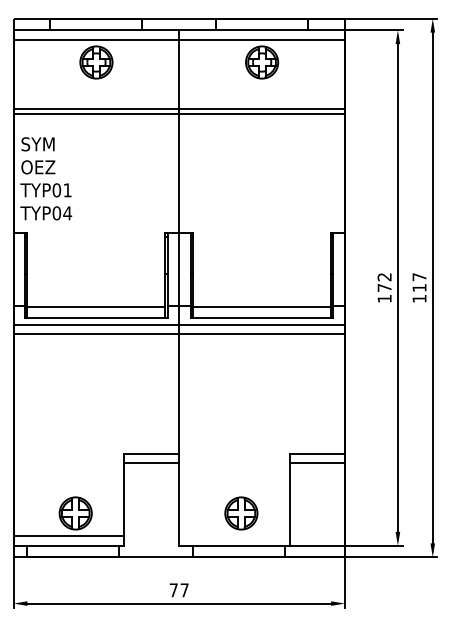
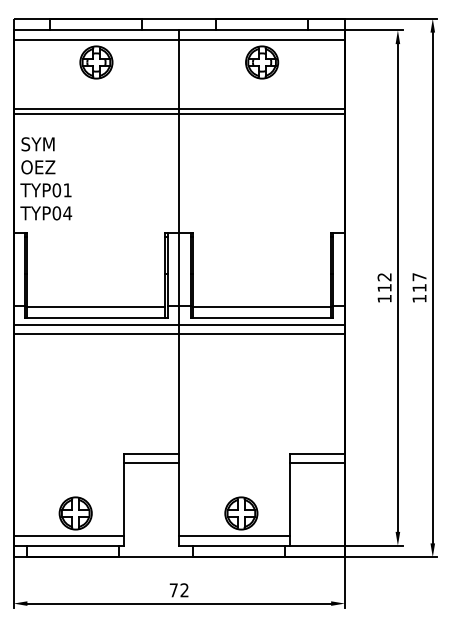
text at (384, 287): 172 -> 112
line at (234, 536): none -> present
text at (184, 590): 77 -> 72
